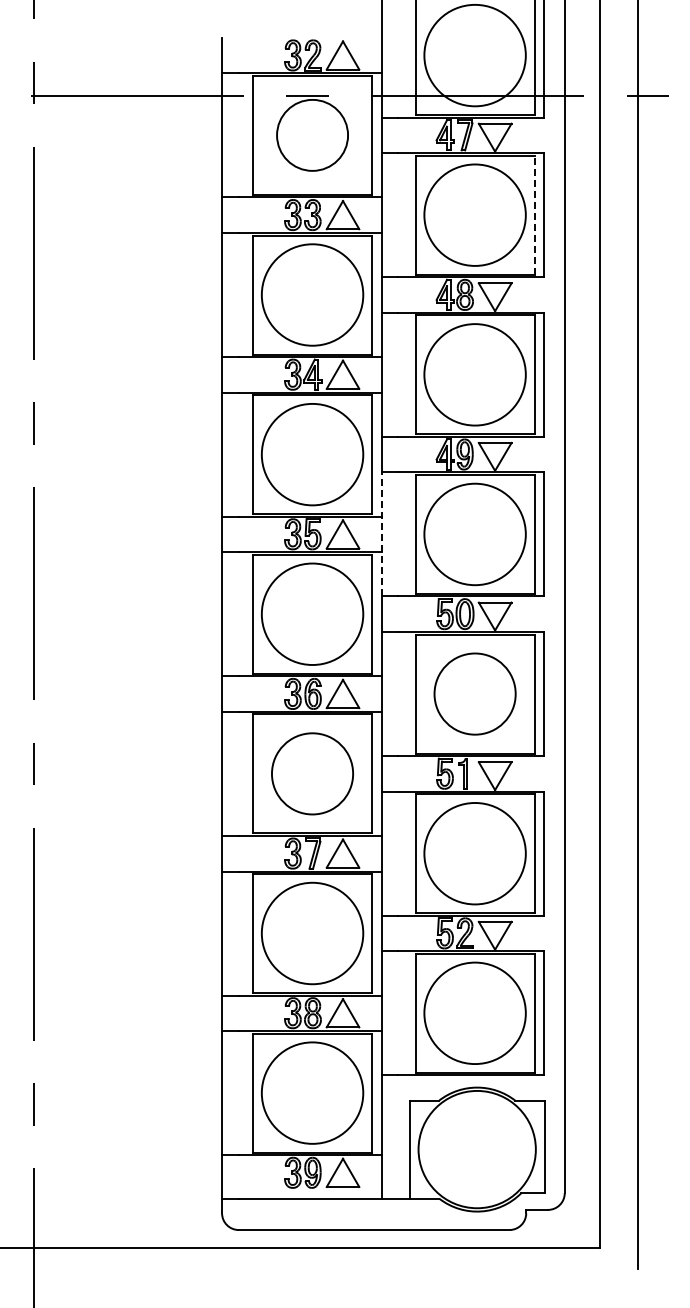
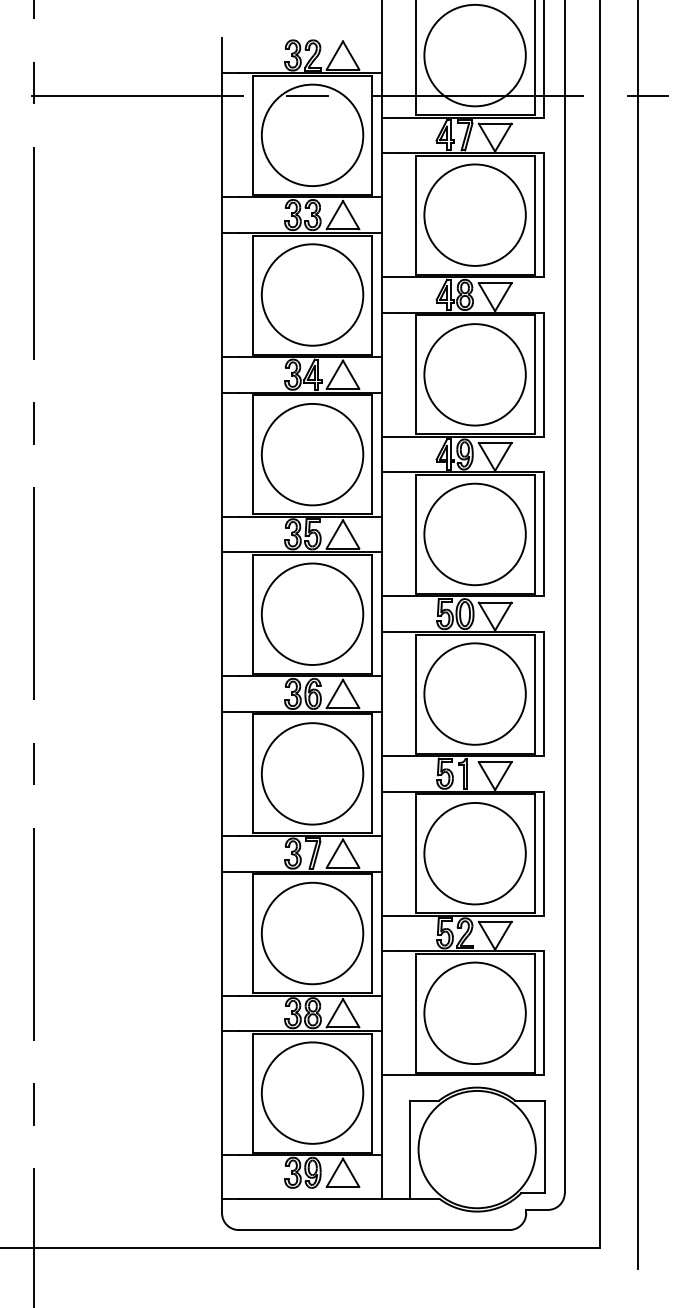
circle at (312, 134) diameter: 71 px -> 101 px
line at (534, 214): dashed -> solid
line at (381, 533): dashed -> solid
circle at (474, 693) diameter: 81 px -> 101 px
circle at (312, 773) diameter: 81 px -> 101 px
